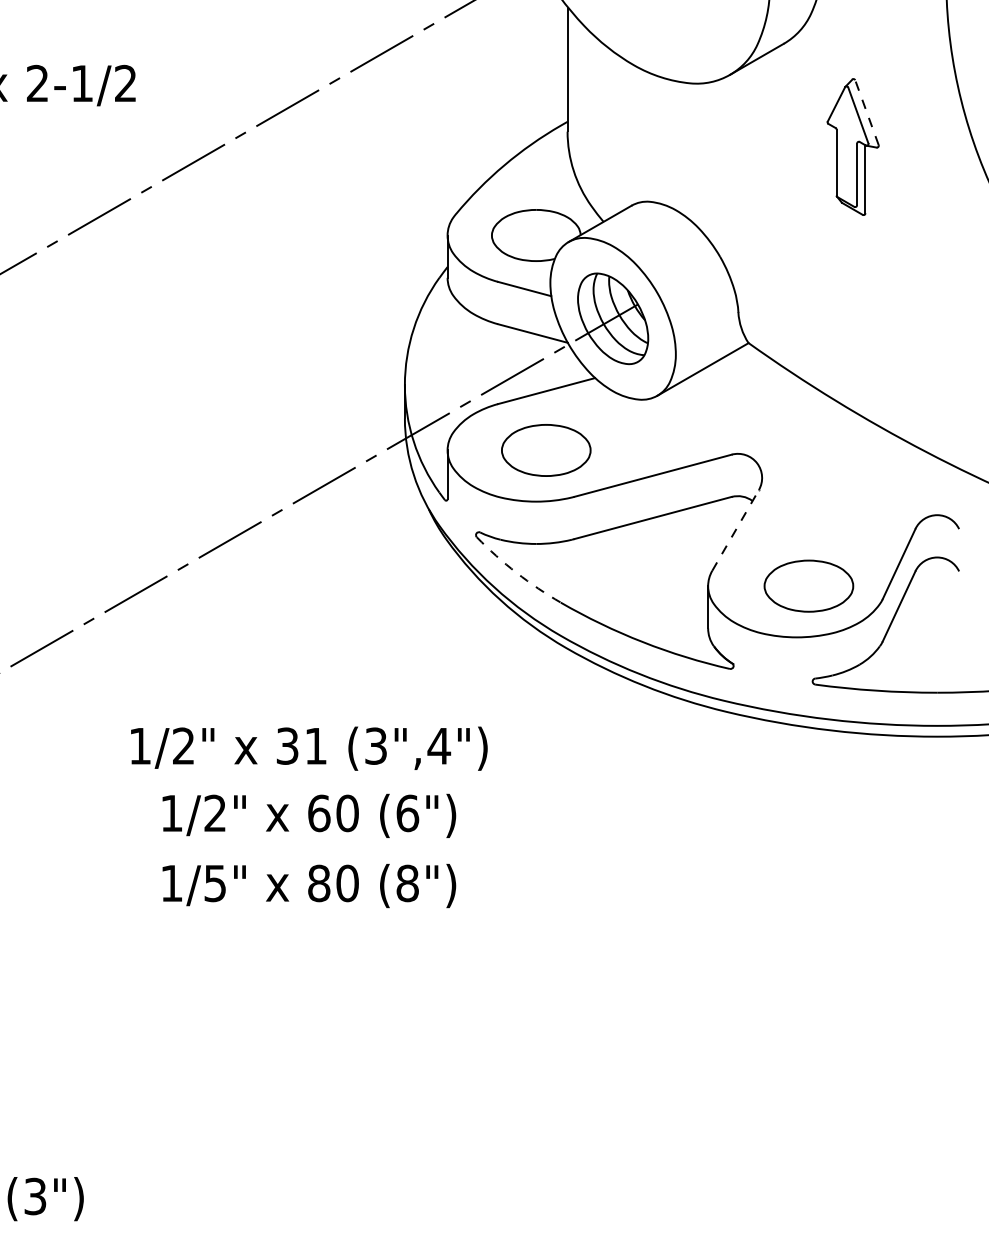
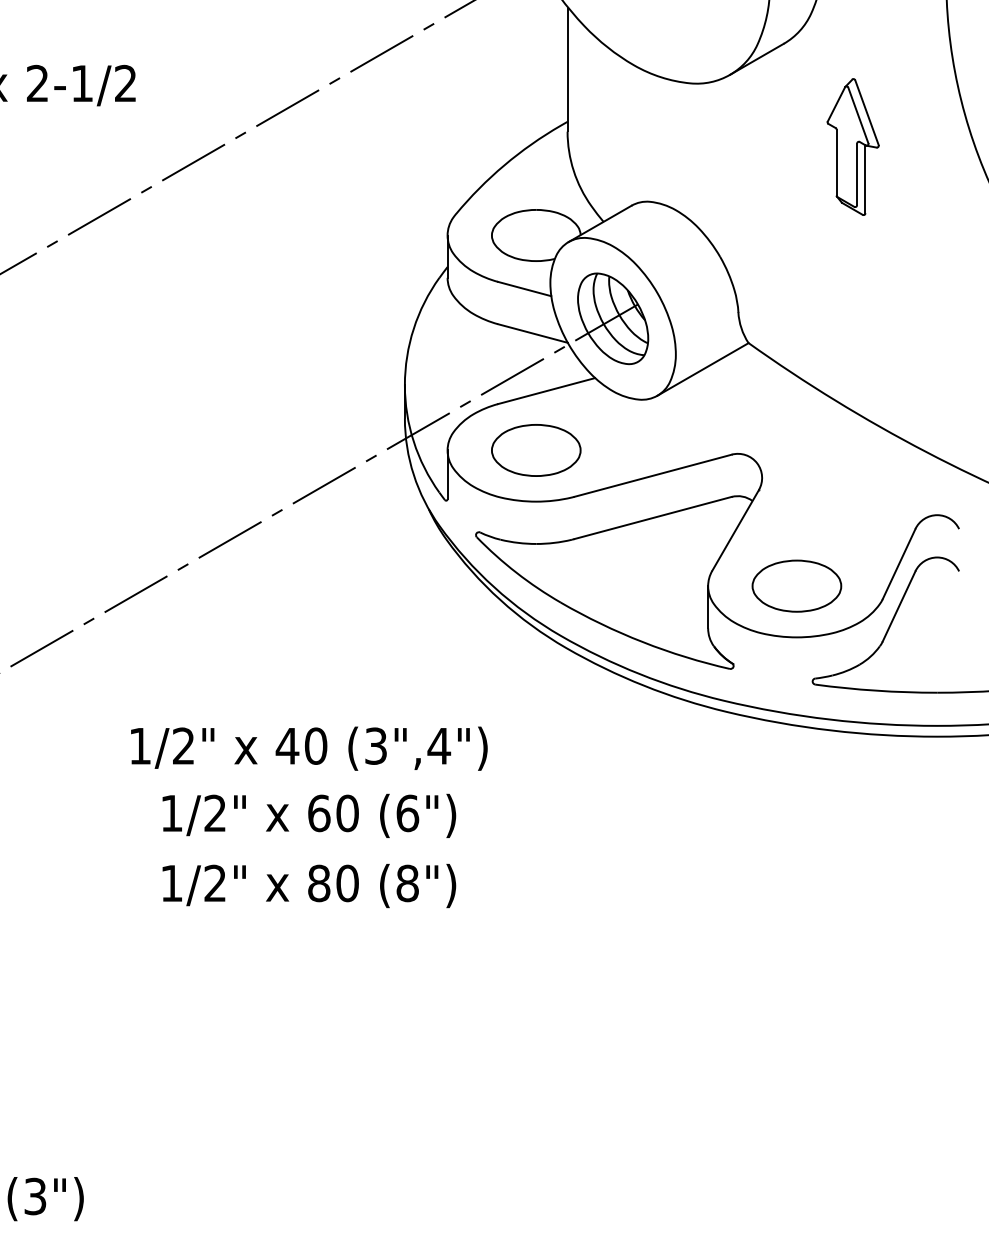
line at (867, 112): dashed -> solid
part at (546, 450) position: (546, 450) -> (536, 450)
line at (735, 530): dashed -> solid
arc at (516, 572): dashed -> solid
part at (808, 585) position: (808, 585) -> (796, 585)
text at (301, 745): 31 -> 40
text at (214, 883): 1/5" -> 1/2"
